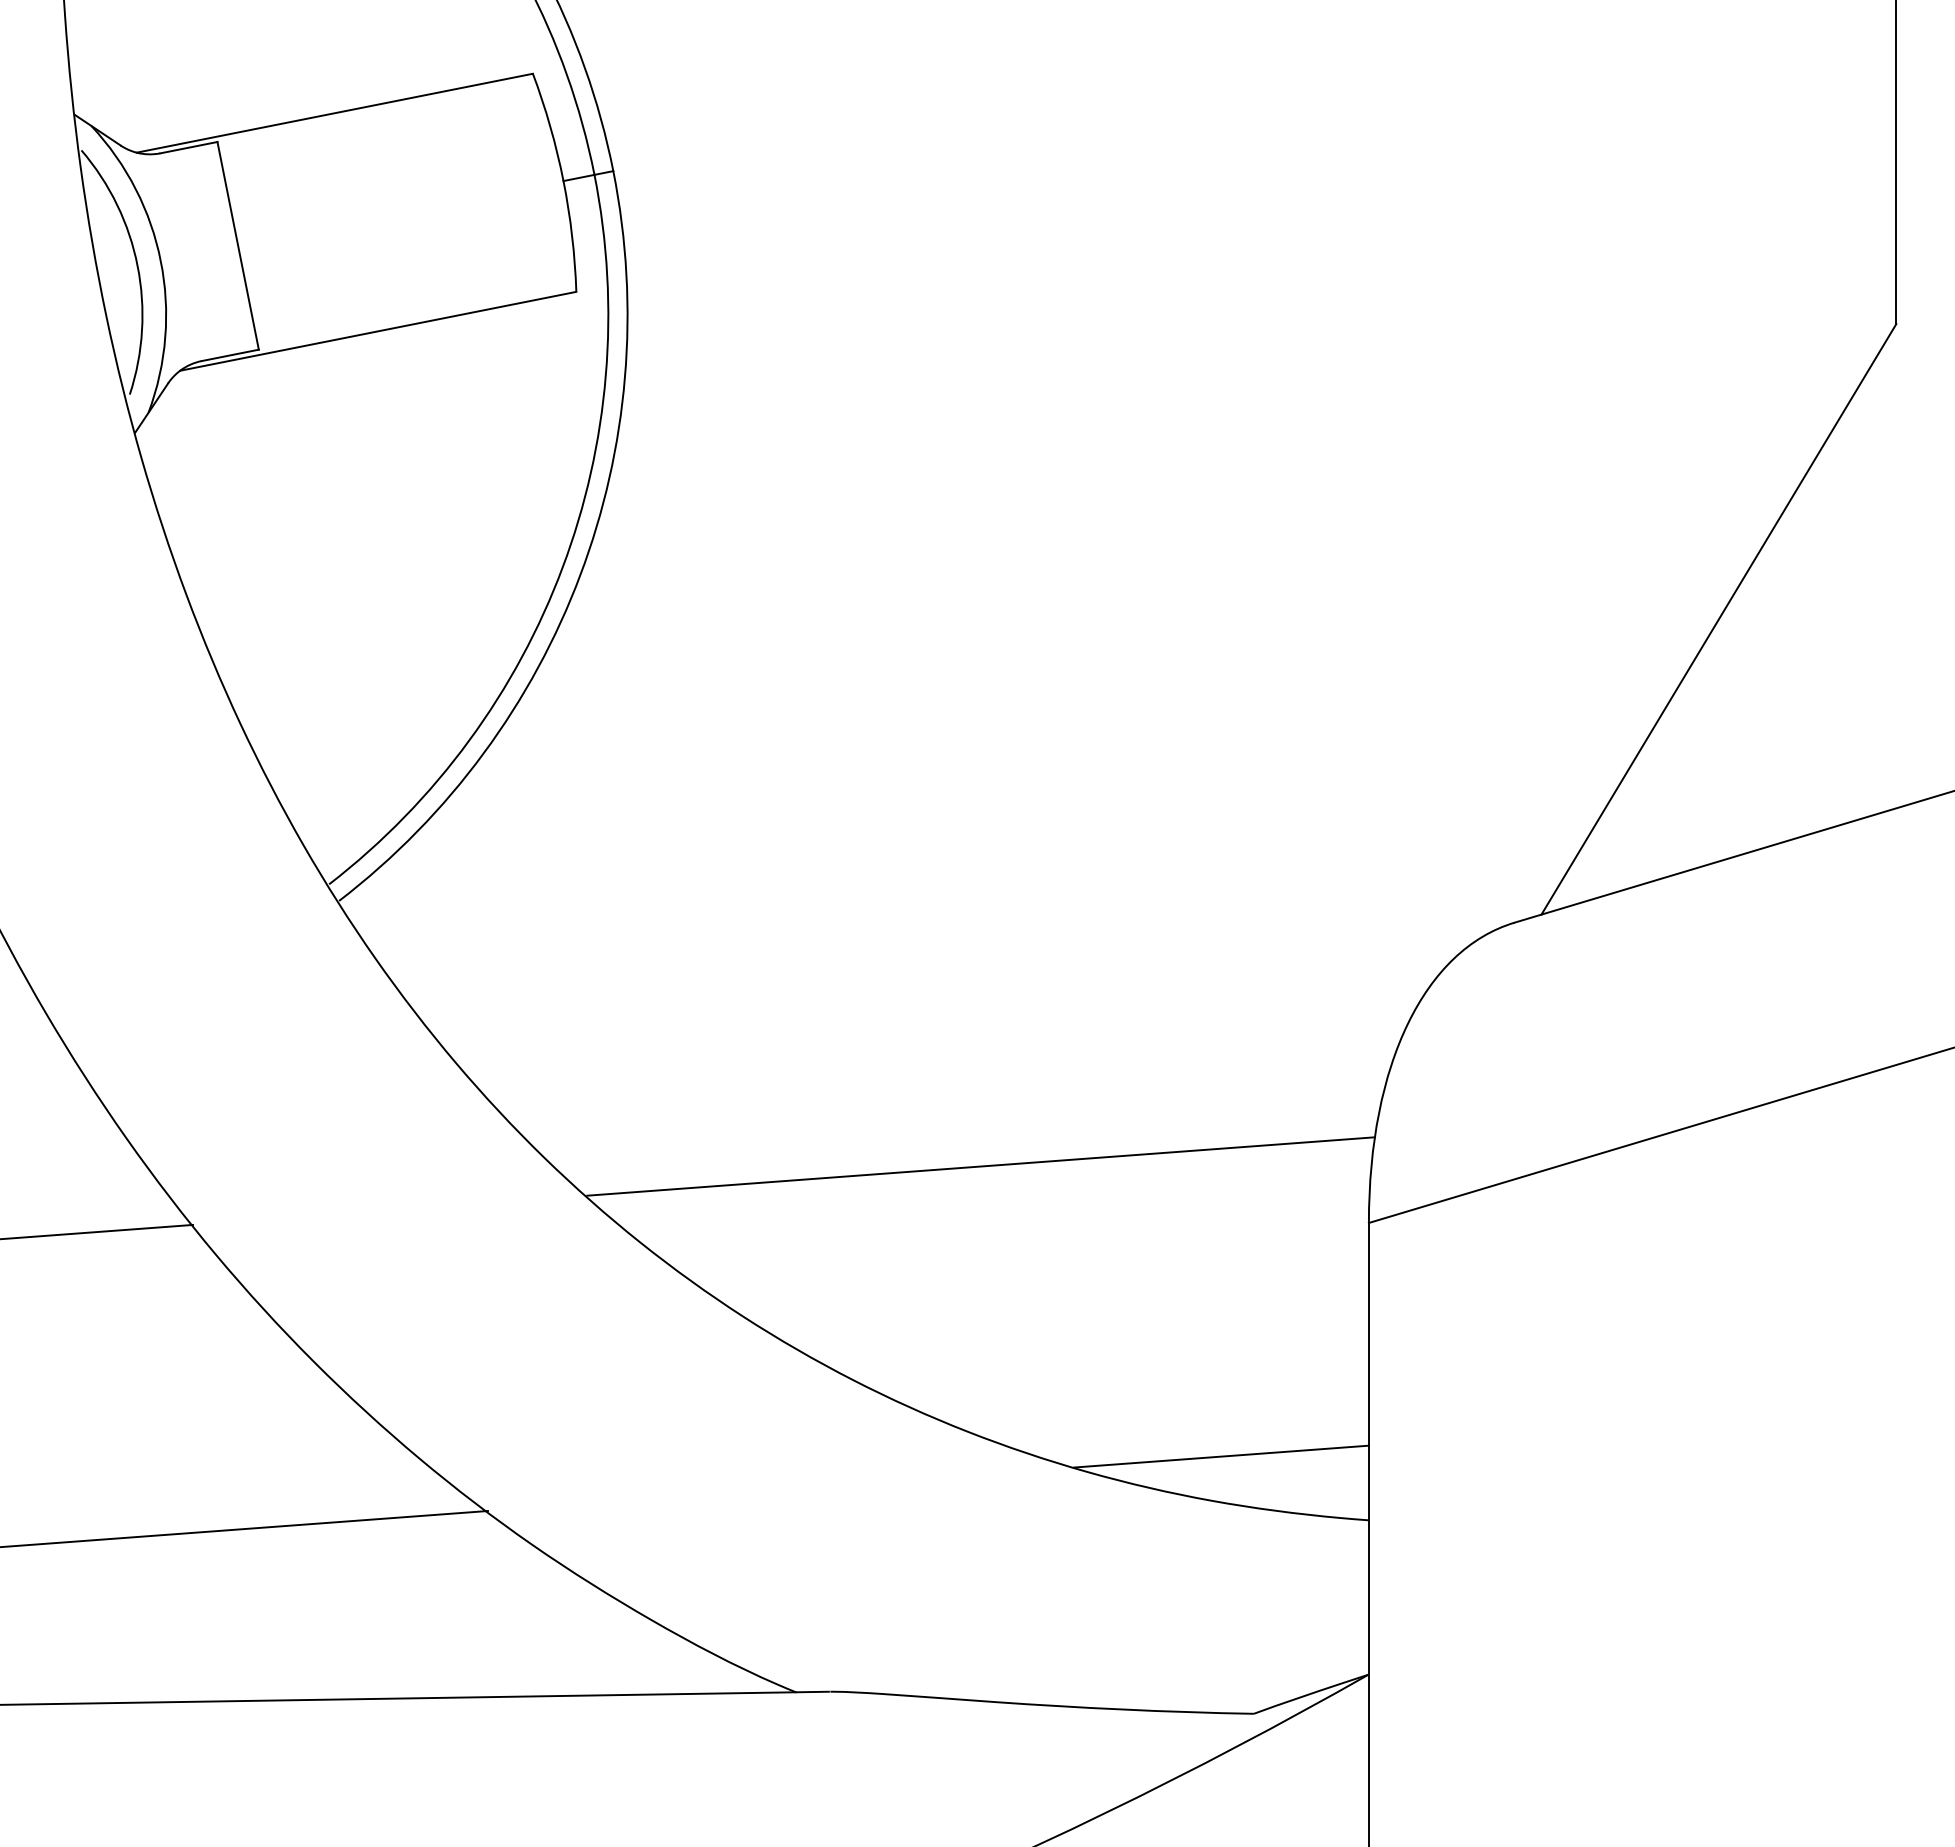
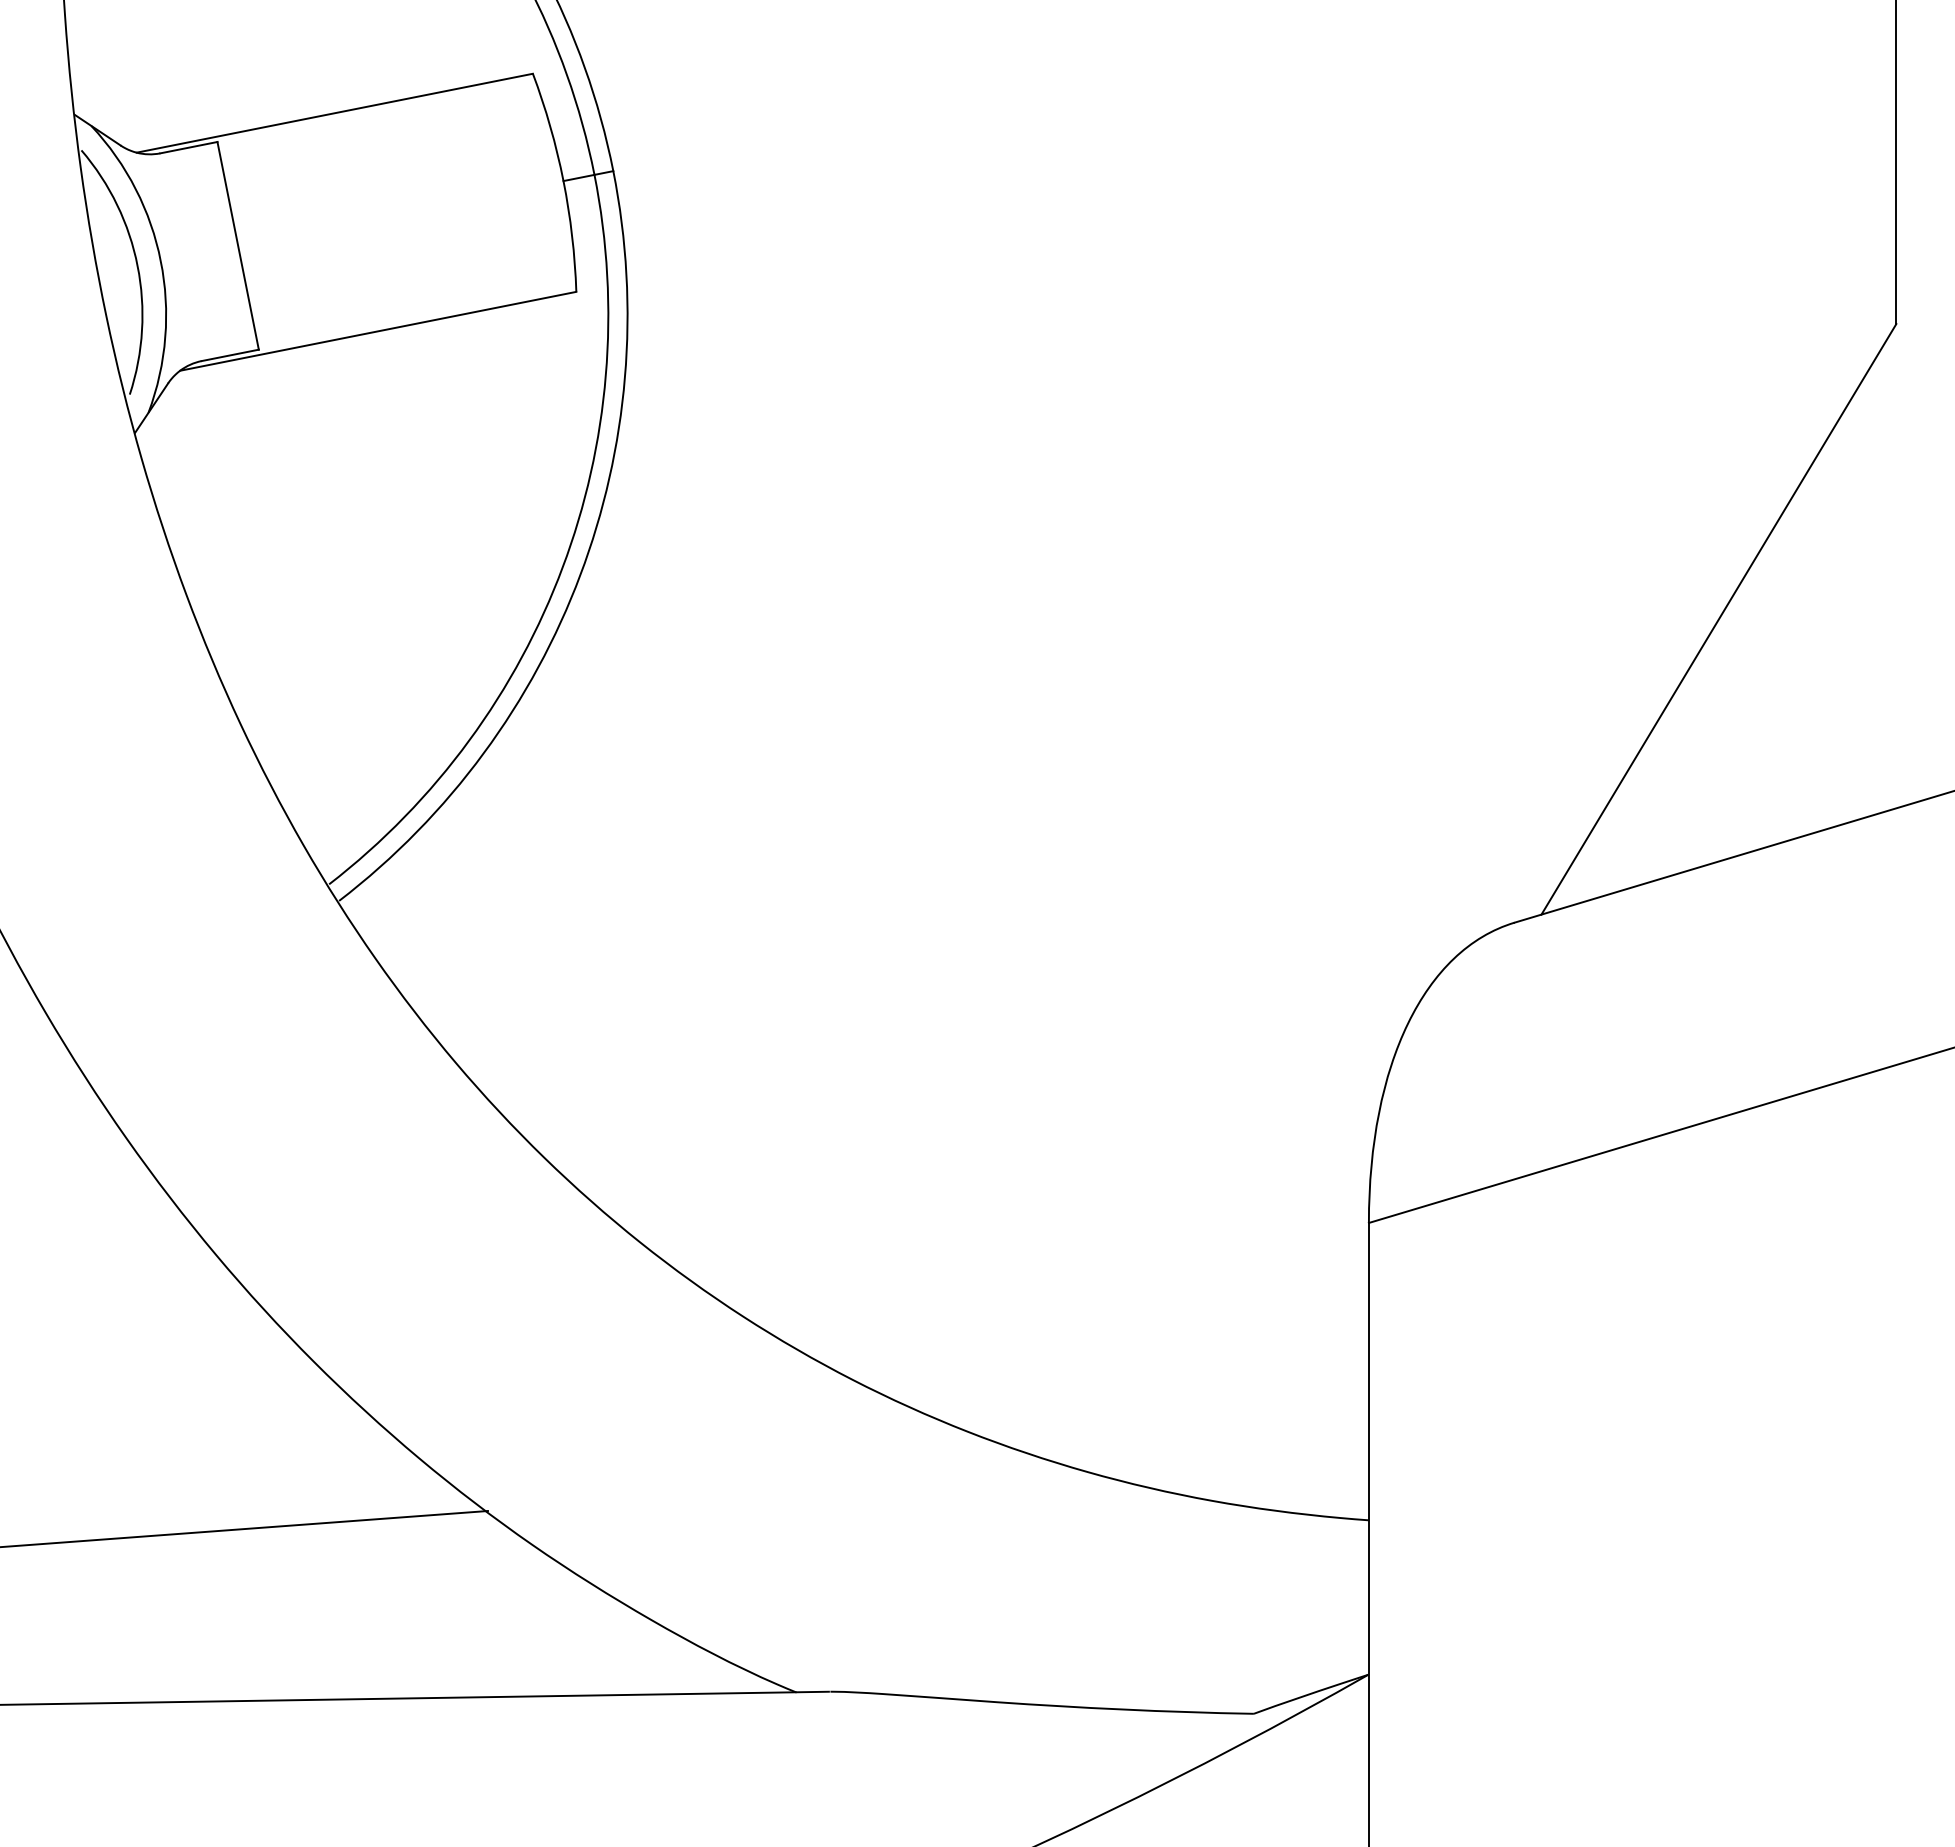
line at (980, 1166): present -> none
line at (97, 1231): present -> none
line at (1221, 1456): present -> none
